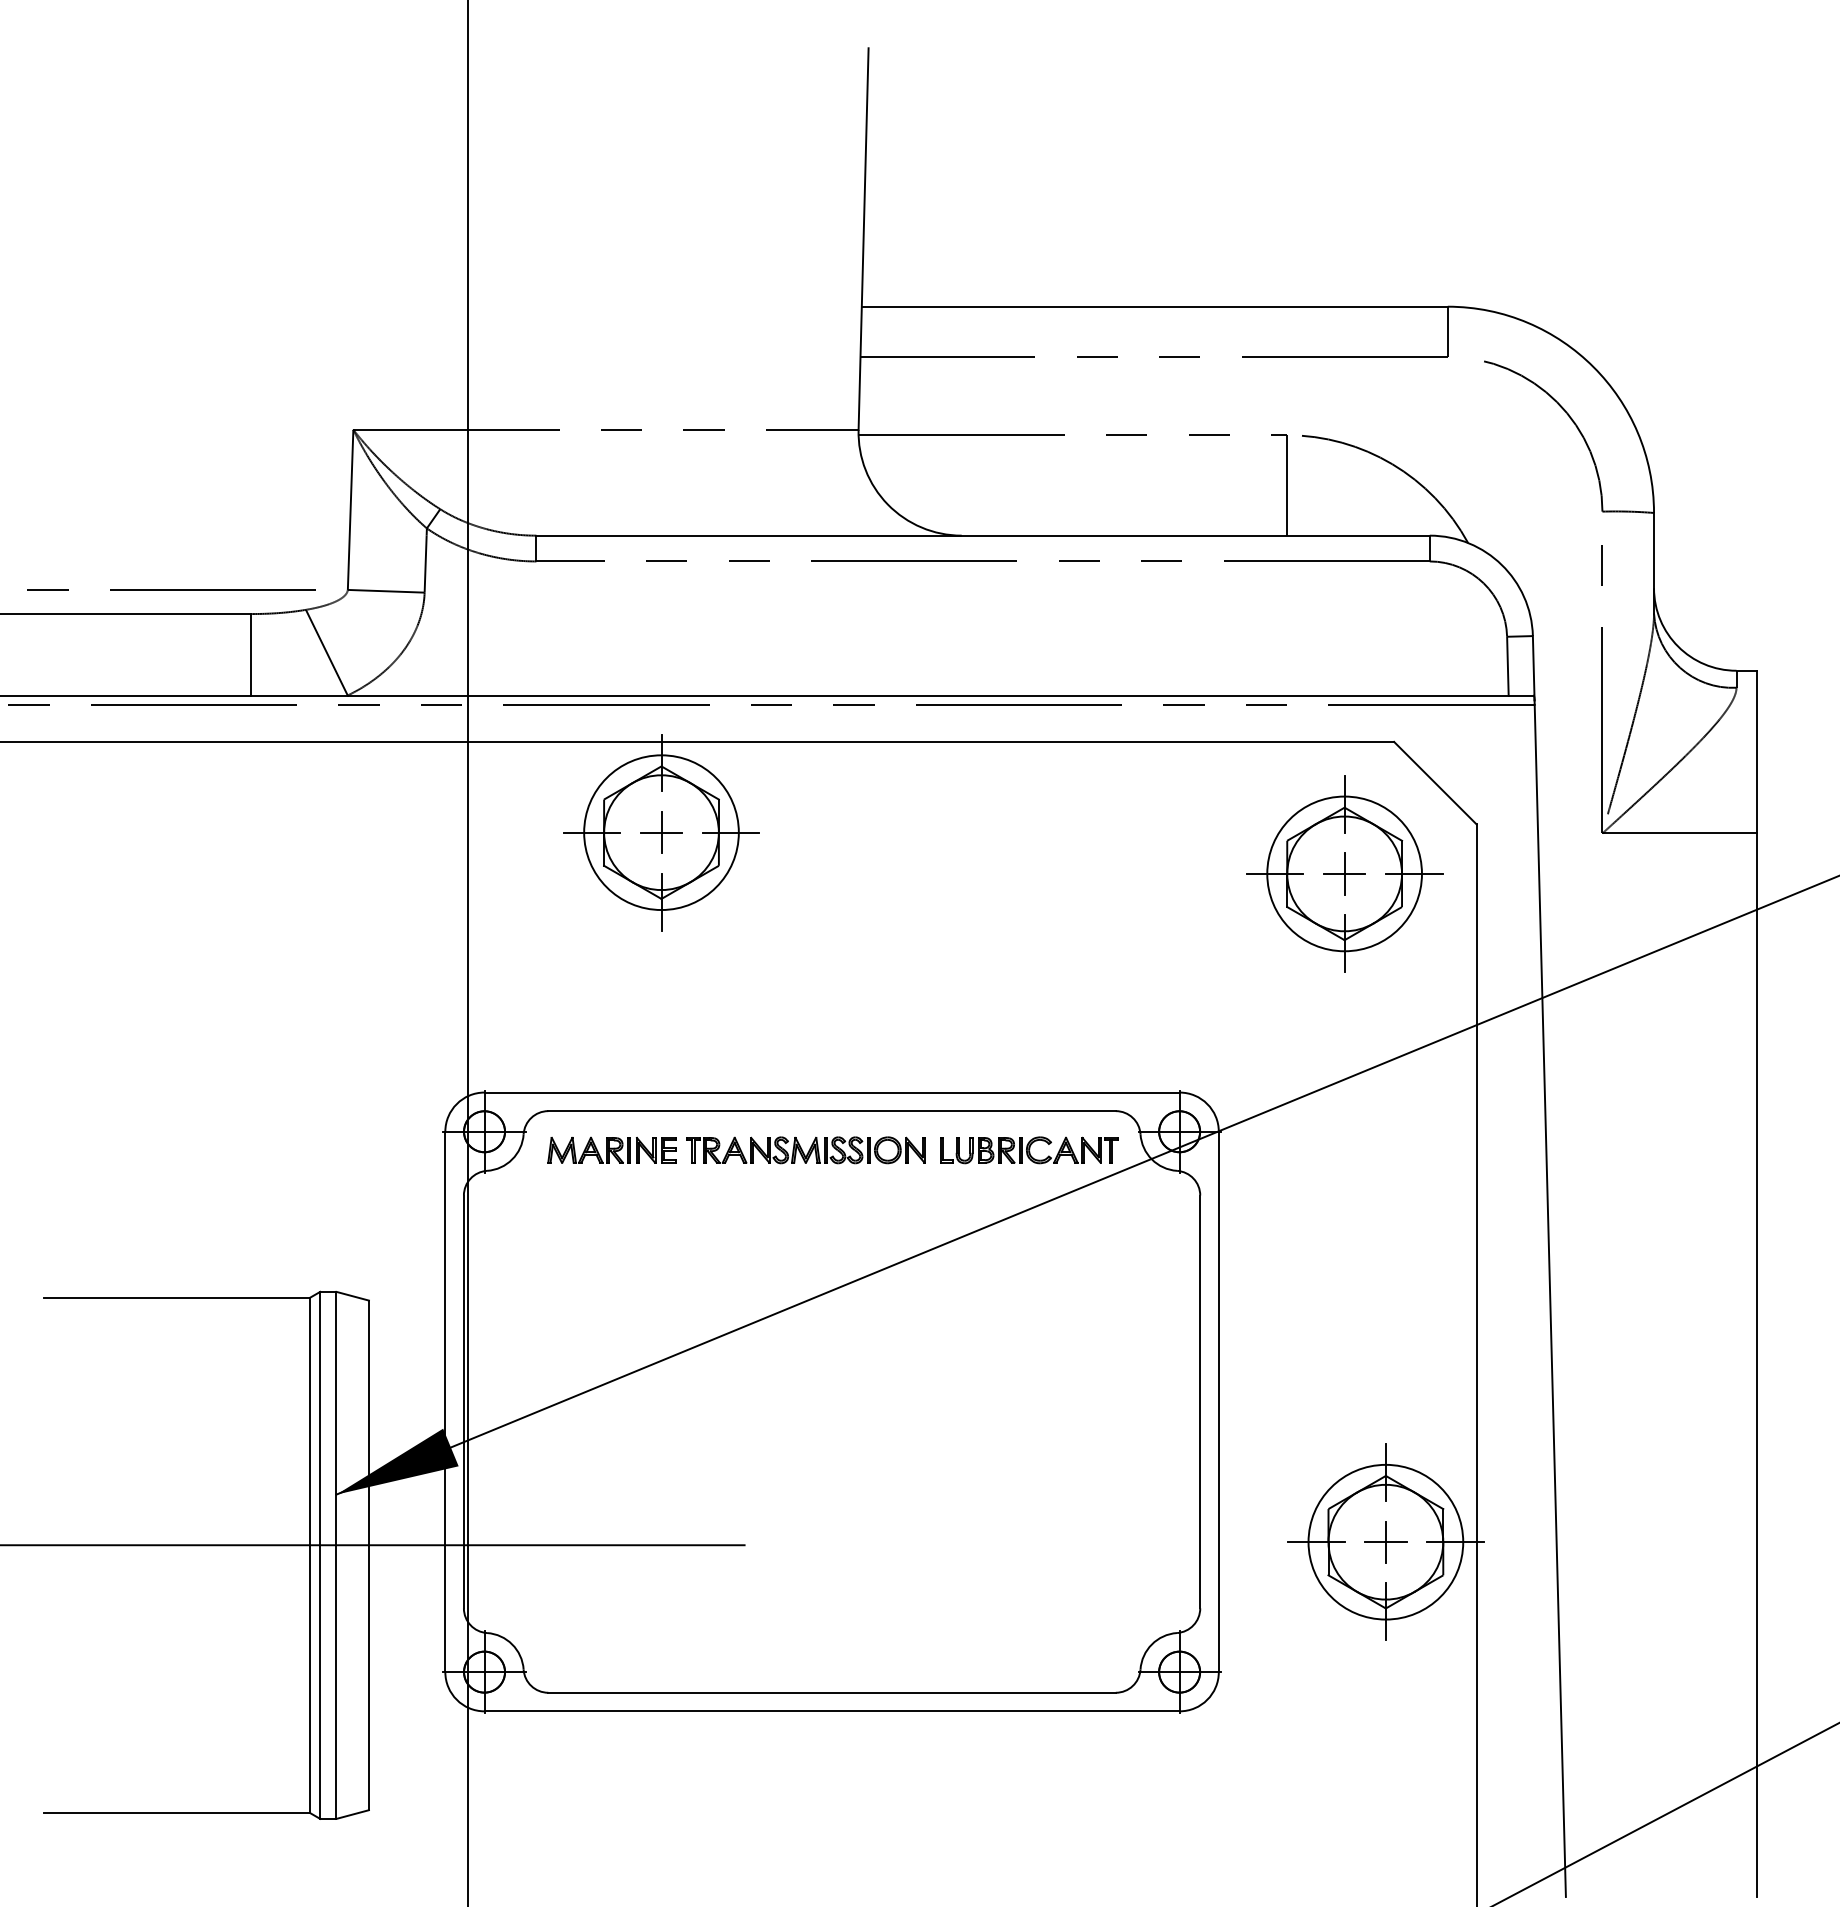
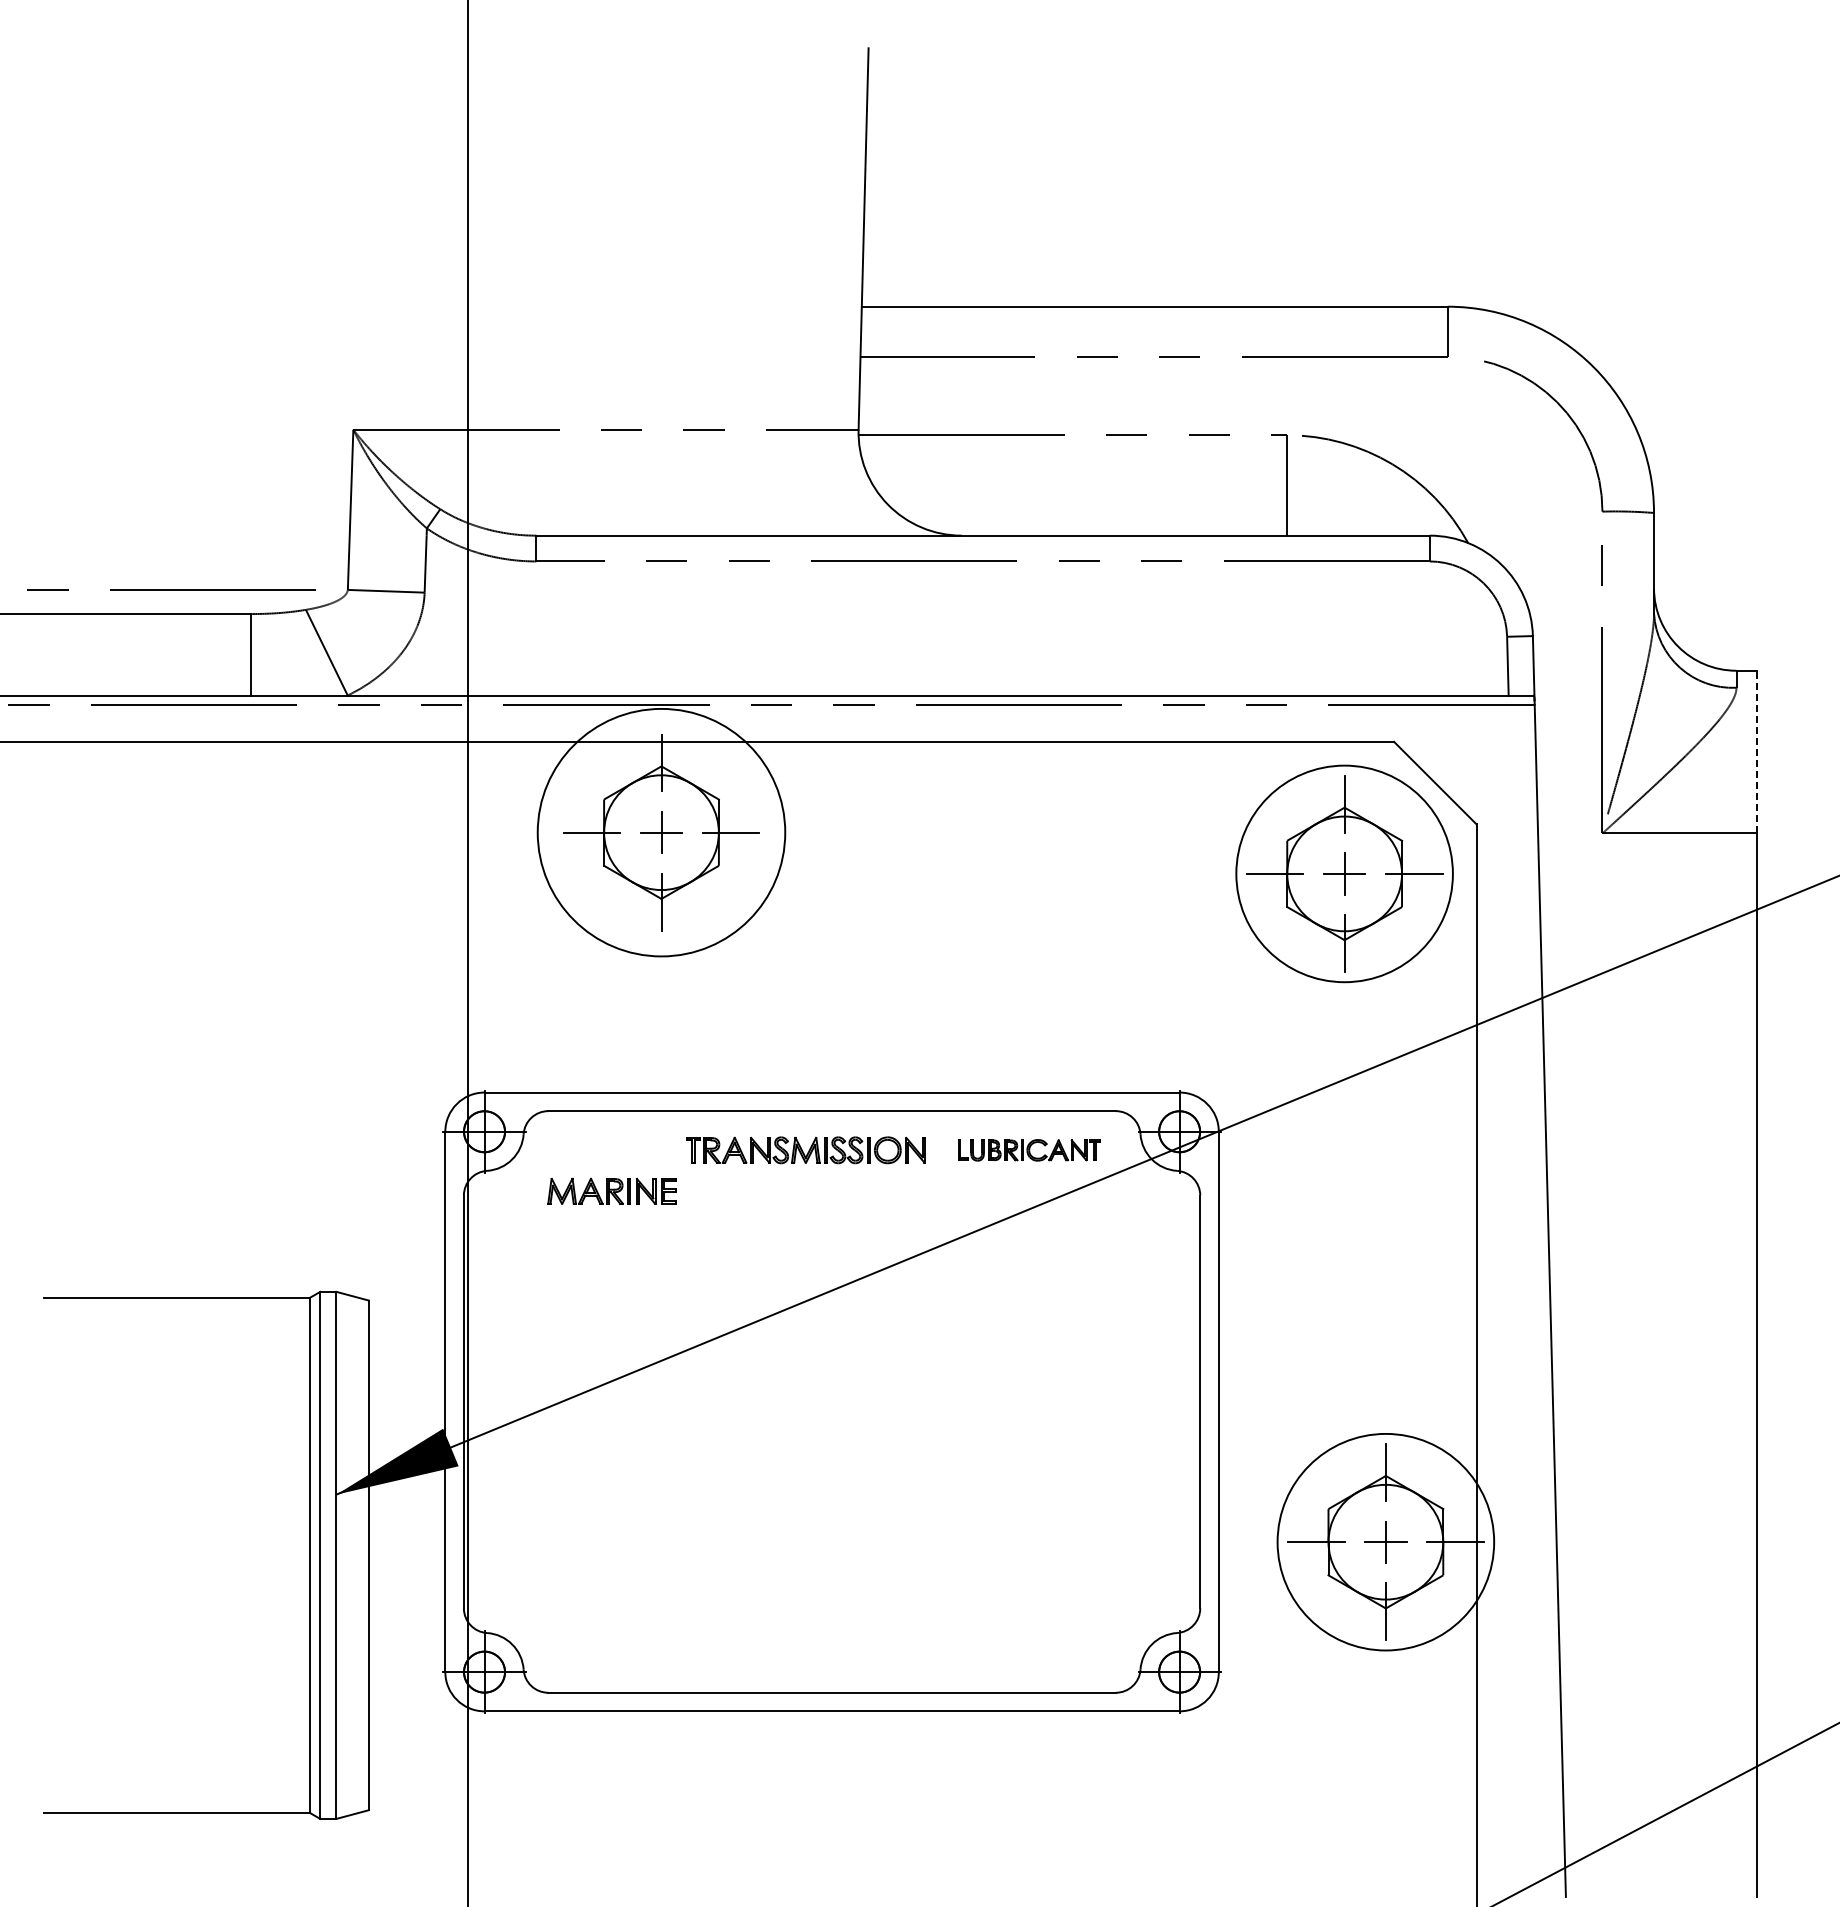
line at (1757, 751): solid -> dashed
circle at (661, 832) diameter: 155 px -> 248 px
circle at (1344, 873) diameter: 155 px -> 217 px
part at (611, 1149) position: (611, 1149) -> (611, 1190)
part at (1029, 1150) size: 179x29 px -> 143x23 px
circle at (1385, 1541) diameter: 155 px -> 217 px
line at (373, 1545): present -> none
